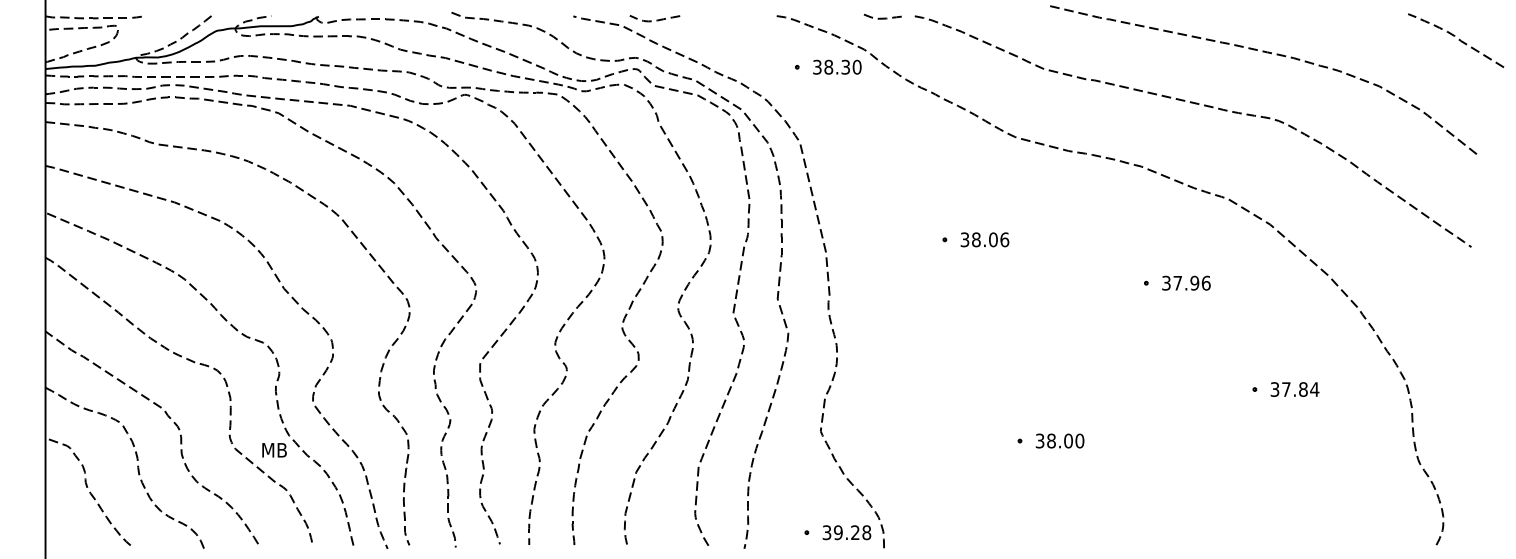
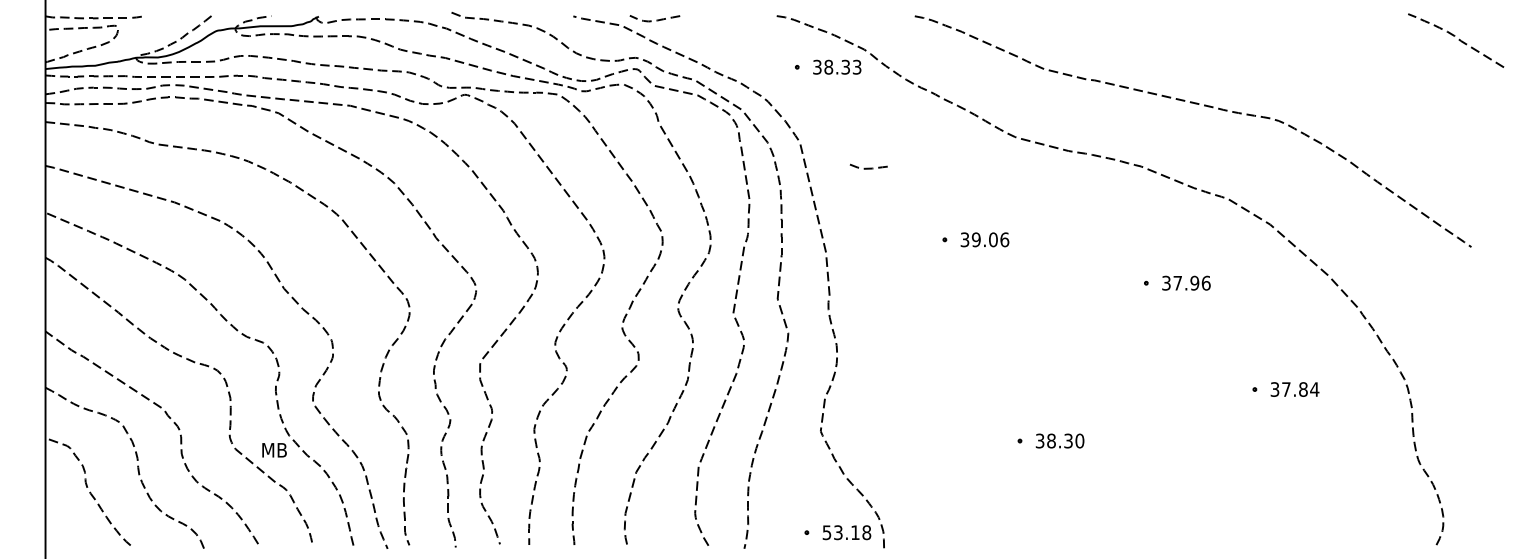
curve at (882, 17) position: (882, 17) -> (868, 167)
curve at (1266, 53): present -> none
text at (856, 66): 38.30 -> 38.33
text at (975, 239): 38.06 -> 39.06
text at (1068, 440): 38.00 -> 38.30
text at (841, 532): 39.28 -> 53.18
